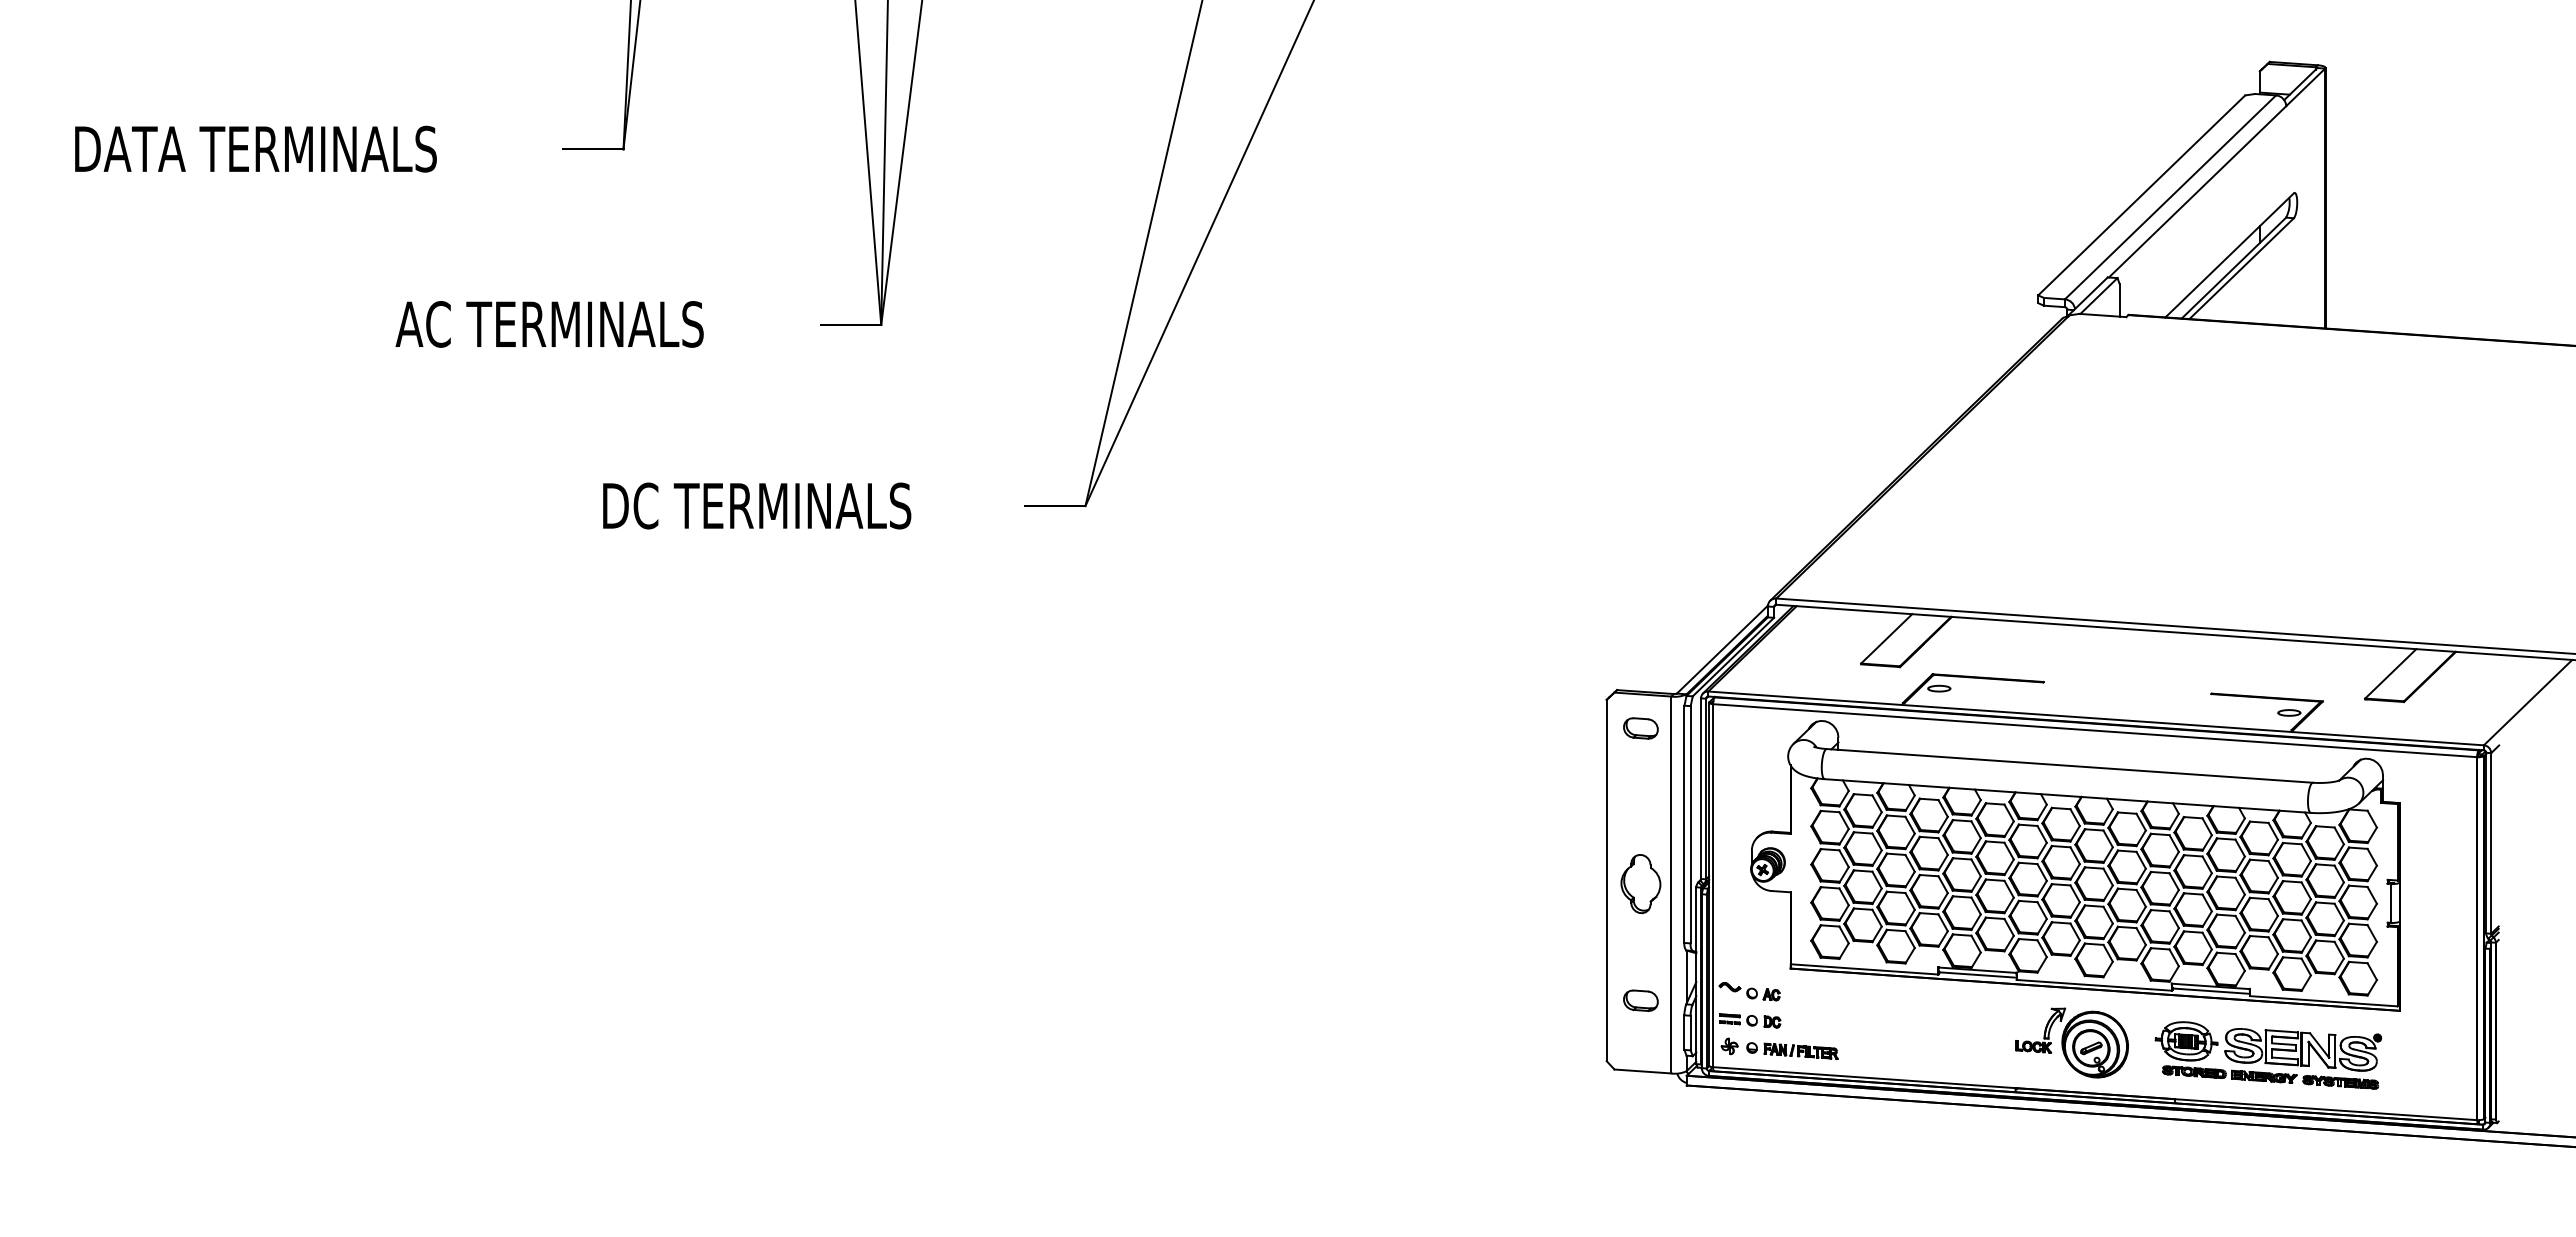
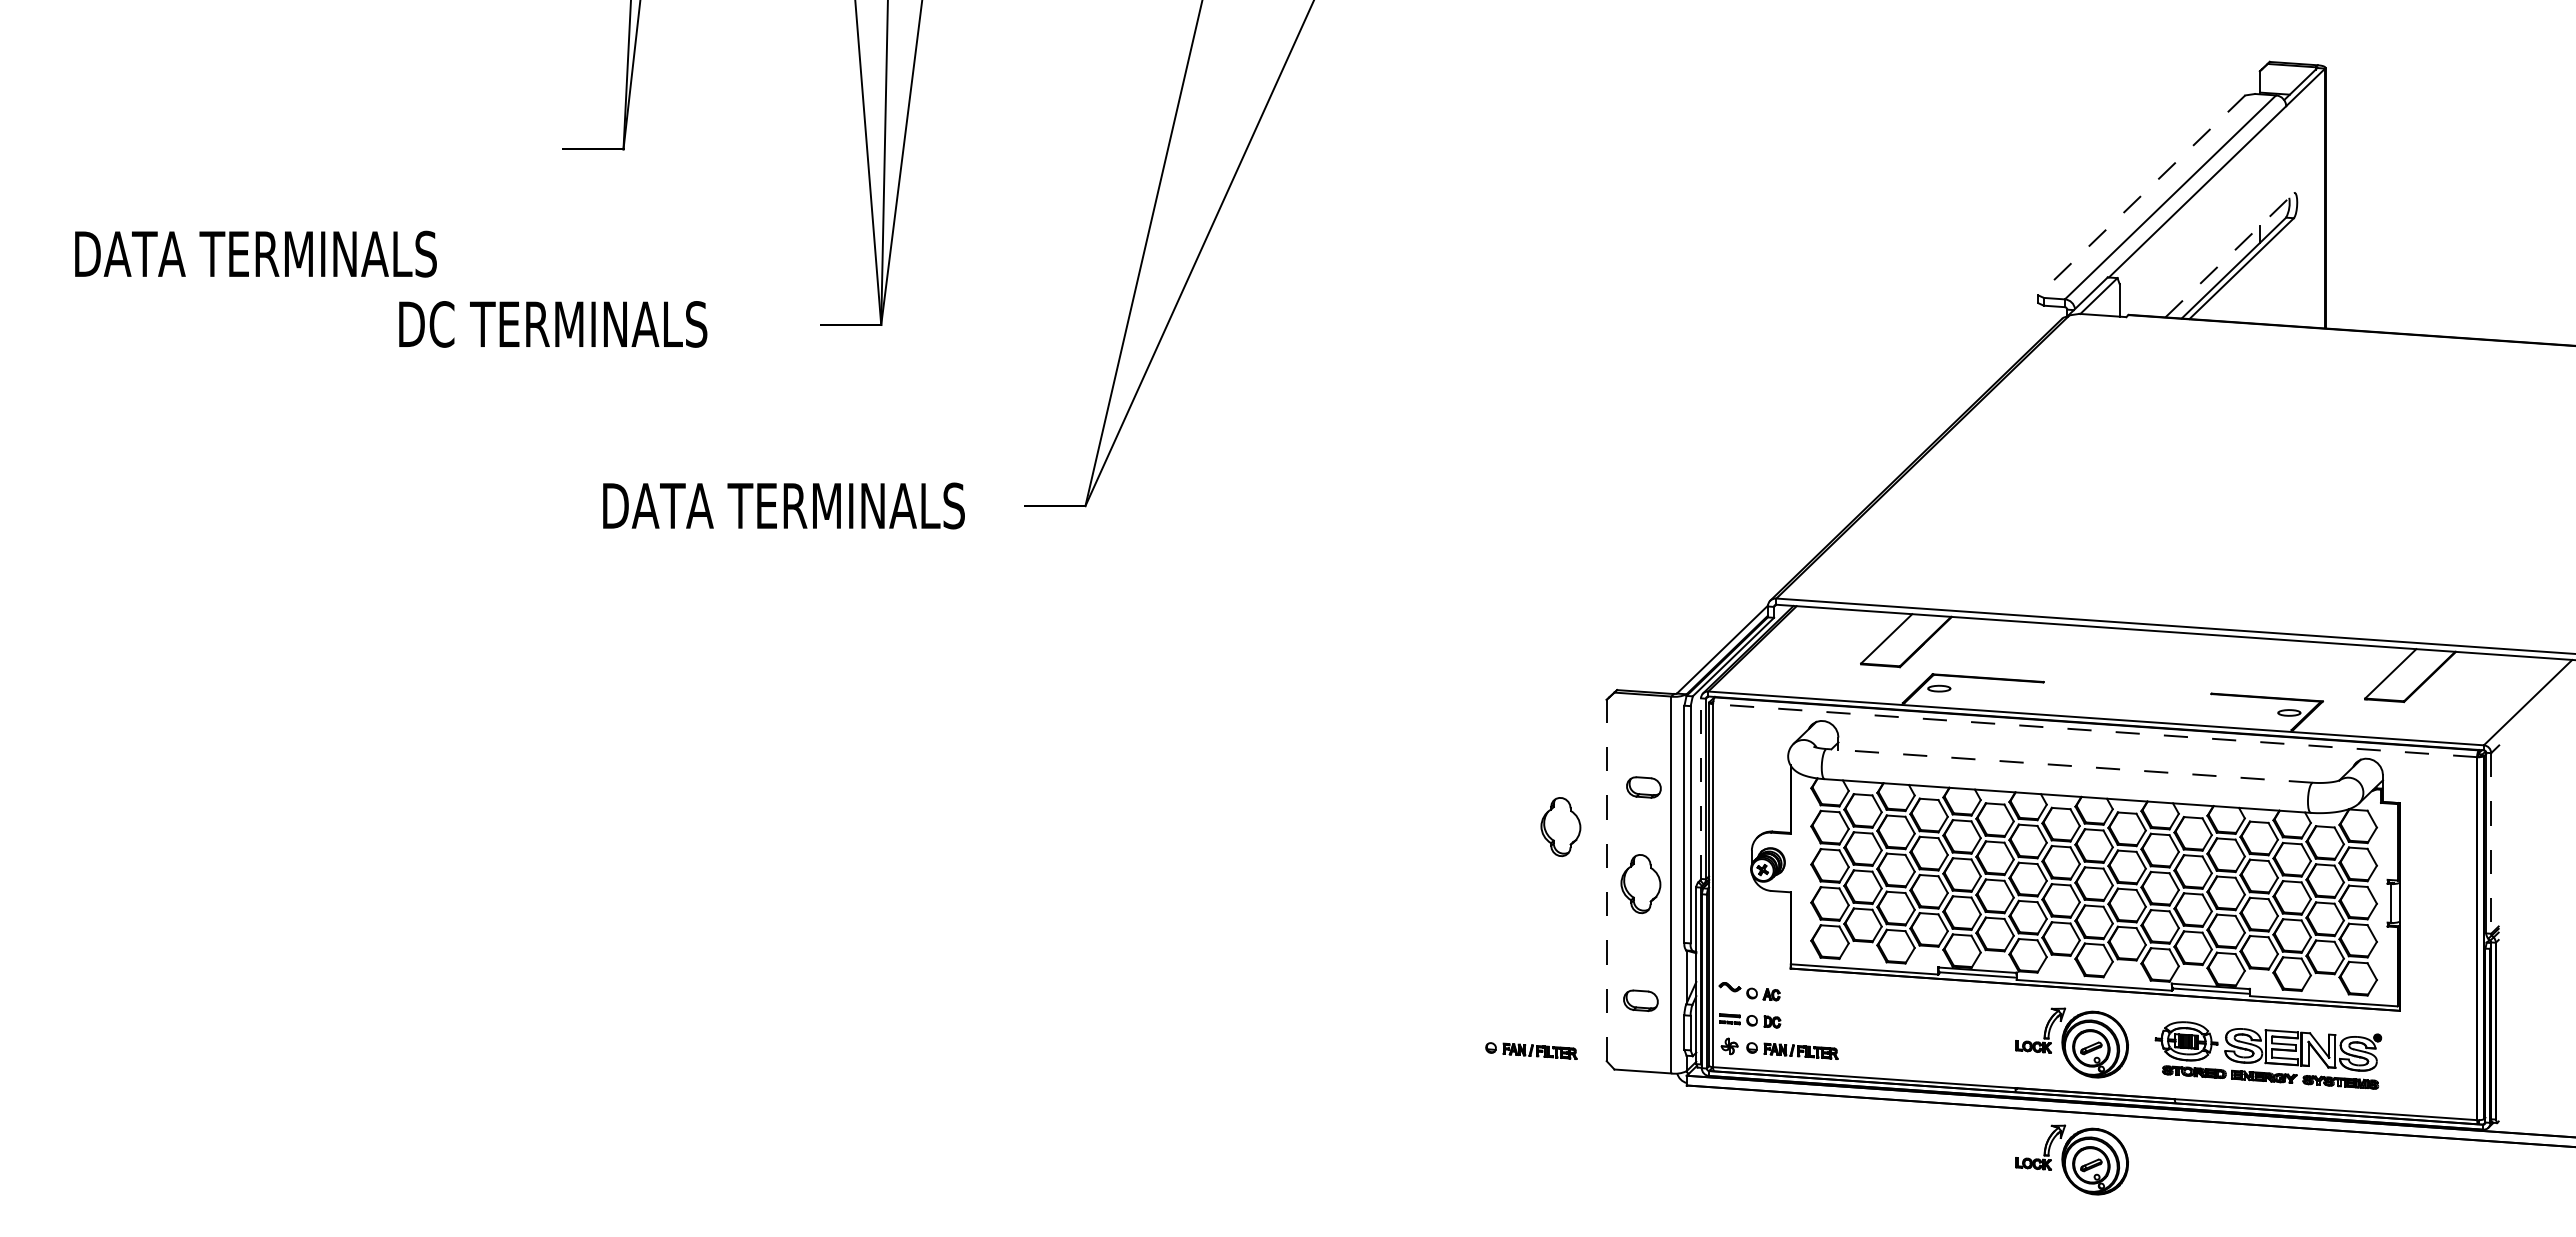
text at (255, 148) position: (255, 148) -> (255, 253)
line at (2141, 195): solid -> dashed
line at (2230, 255): solid -> dashed
text at (551, 324): AC TERMINALS -> DC TERMINALS
text at (797, 505): DC TERMINALS -> DATA TERMINALS
part at (1640, 728) position: (1640, 728) -> (1643, 787)
line at (2095, 730): solid -> dashed
line at (2069, 765): solid -> dashed
line at (1701, 788): solid -> dashed
part at (1560, 827): none -> present
line at (2491, 843): solid -> dashed
line at (1606, 880): solid -> dashed
part at (1531, 1050): none -> present
part at (2071, 1159): none -> present
